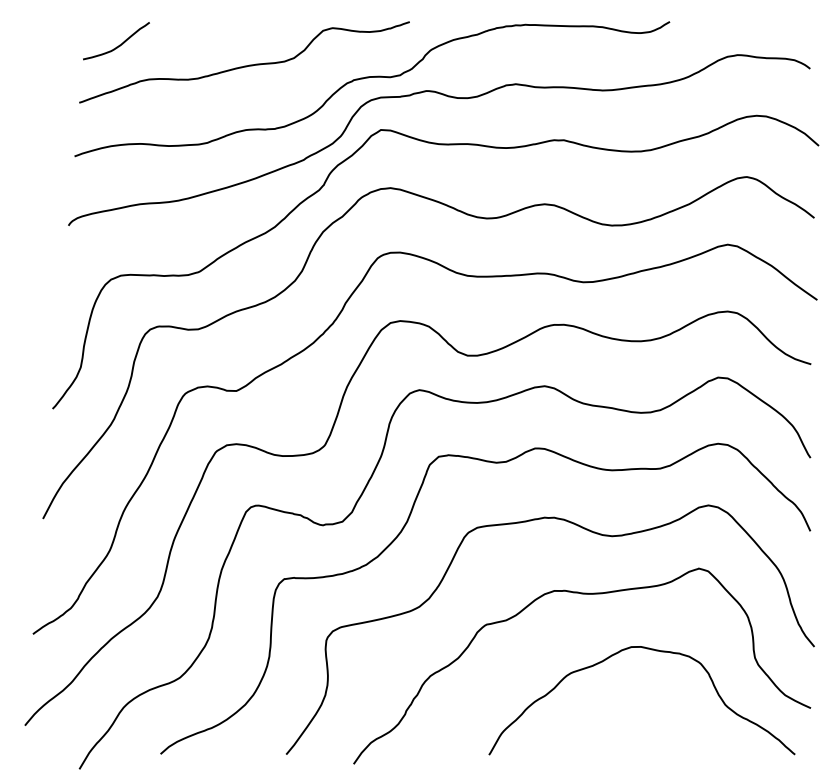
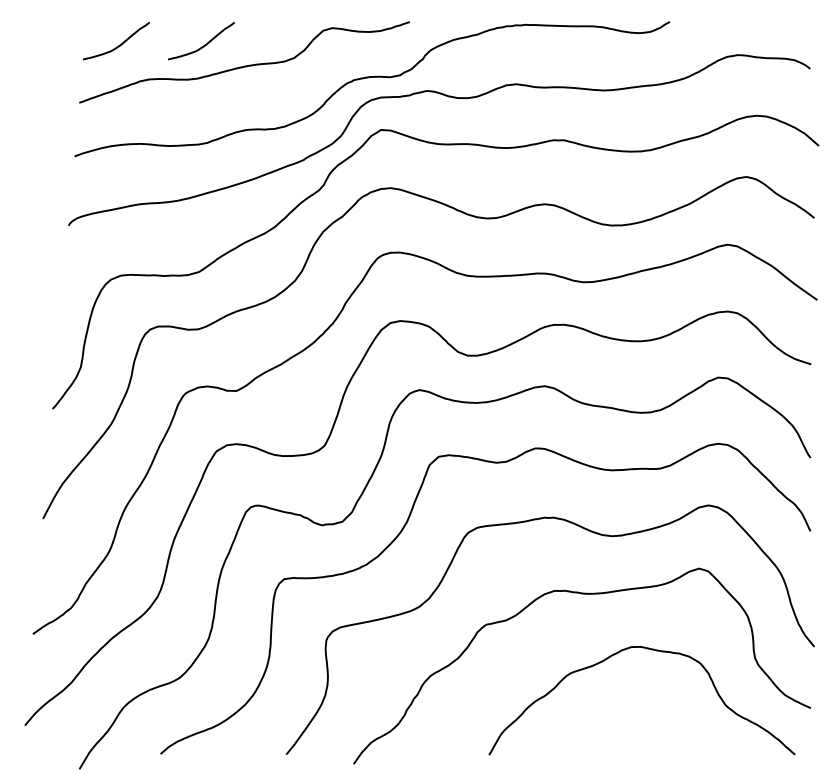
curve at (204, 44): none -> present
